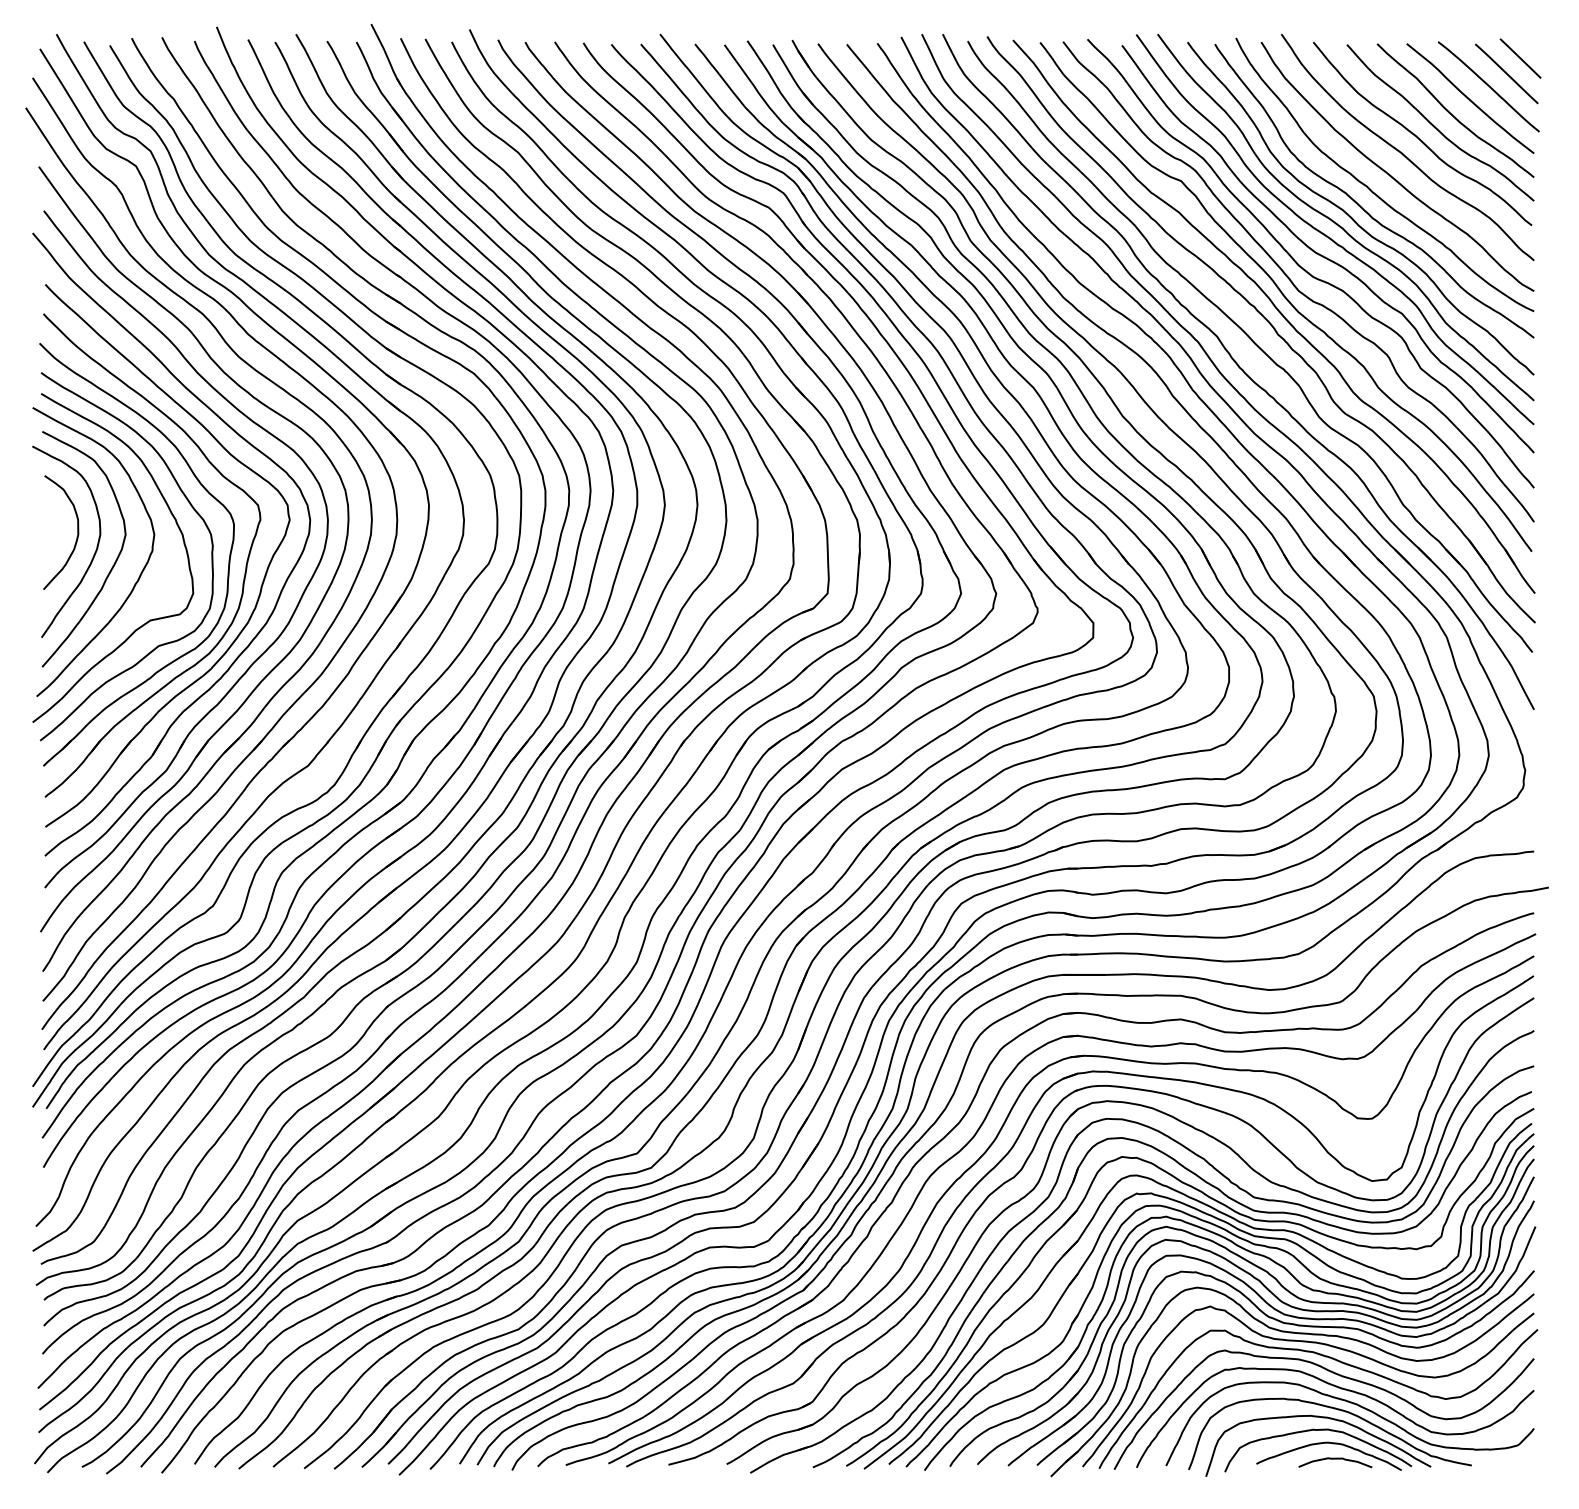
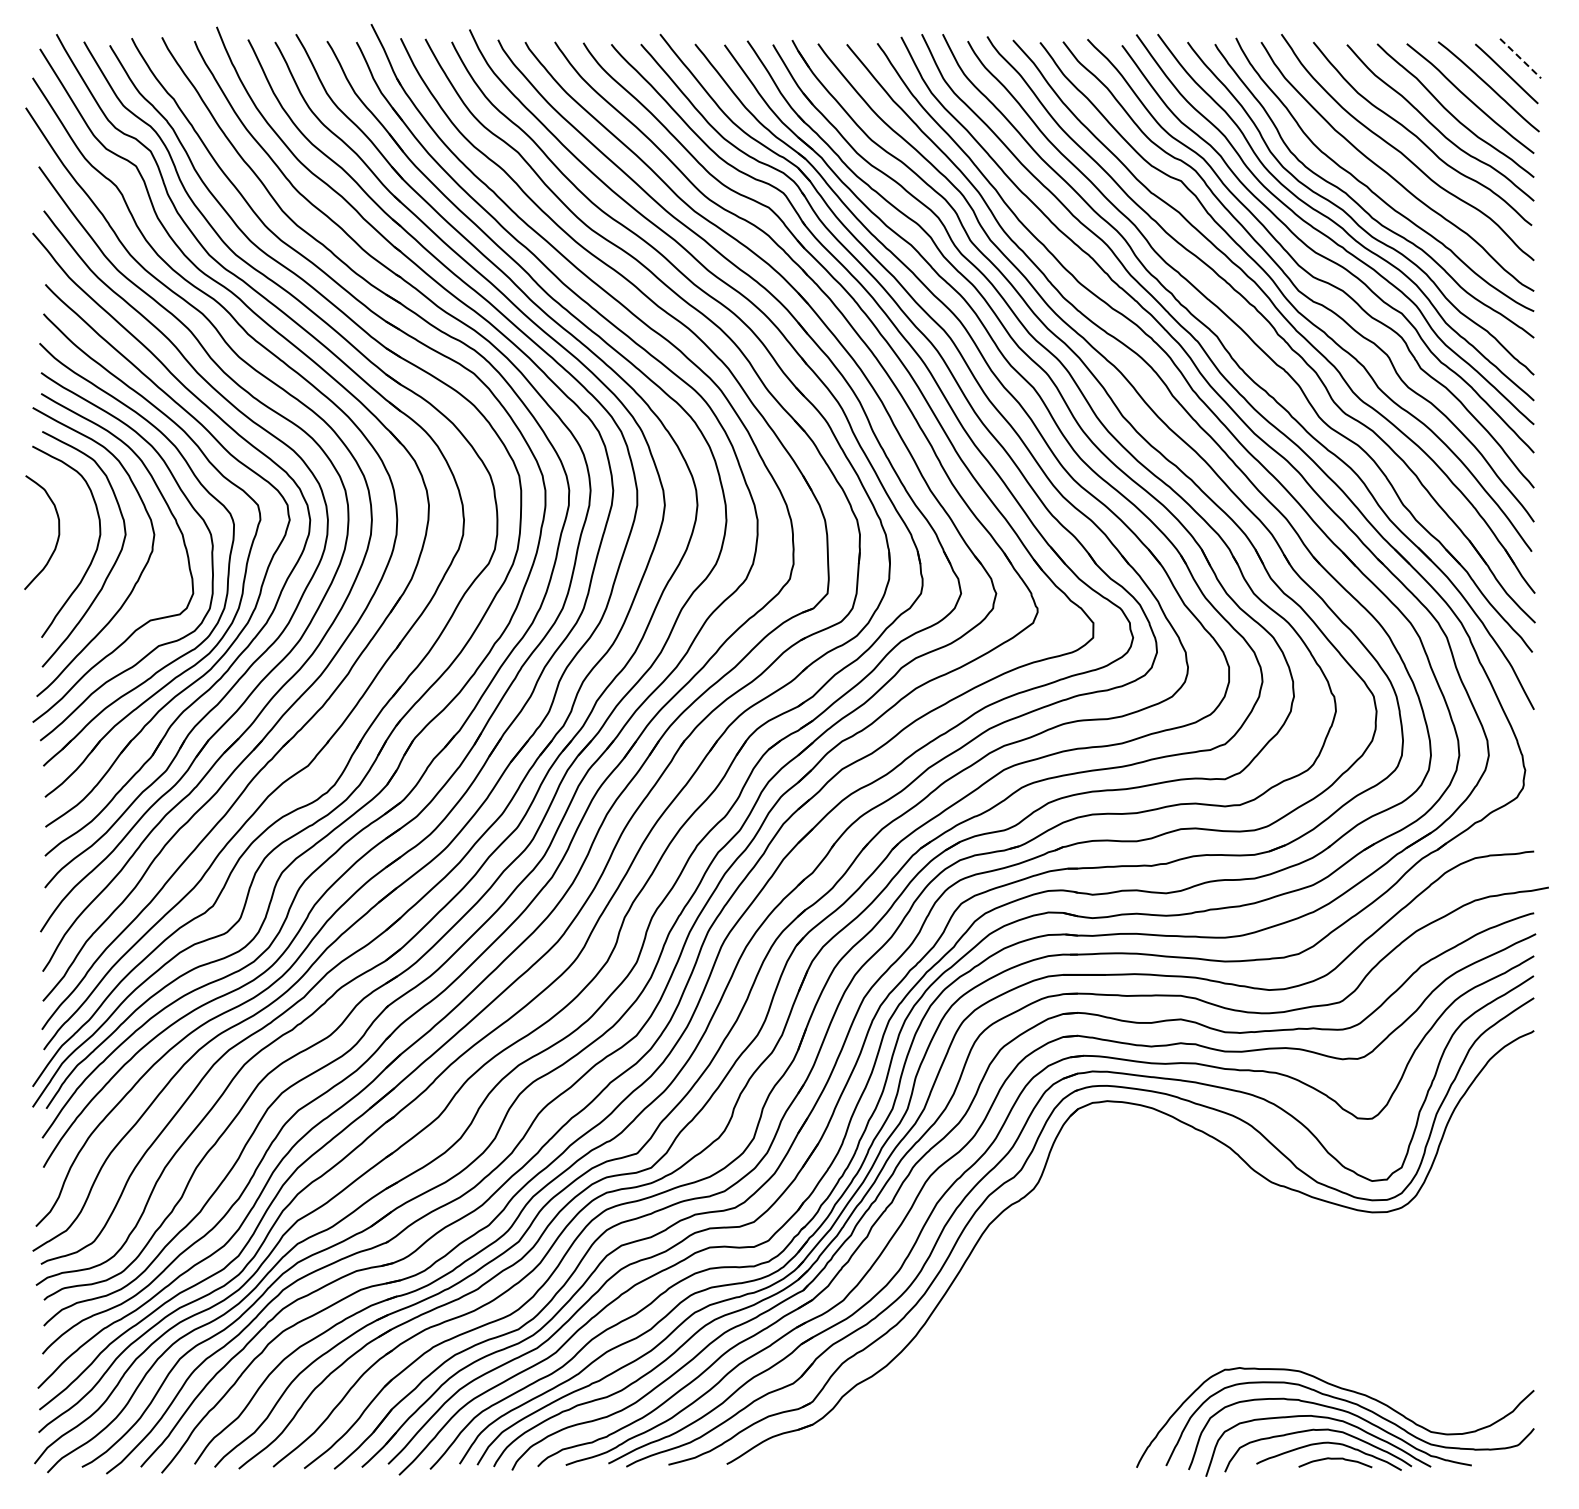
line at (1520, 58): solid -> dashed
curve at (76, 537) position: (76, 537) -> (57, 537)
part at (1144, 1271): present -> none
